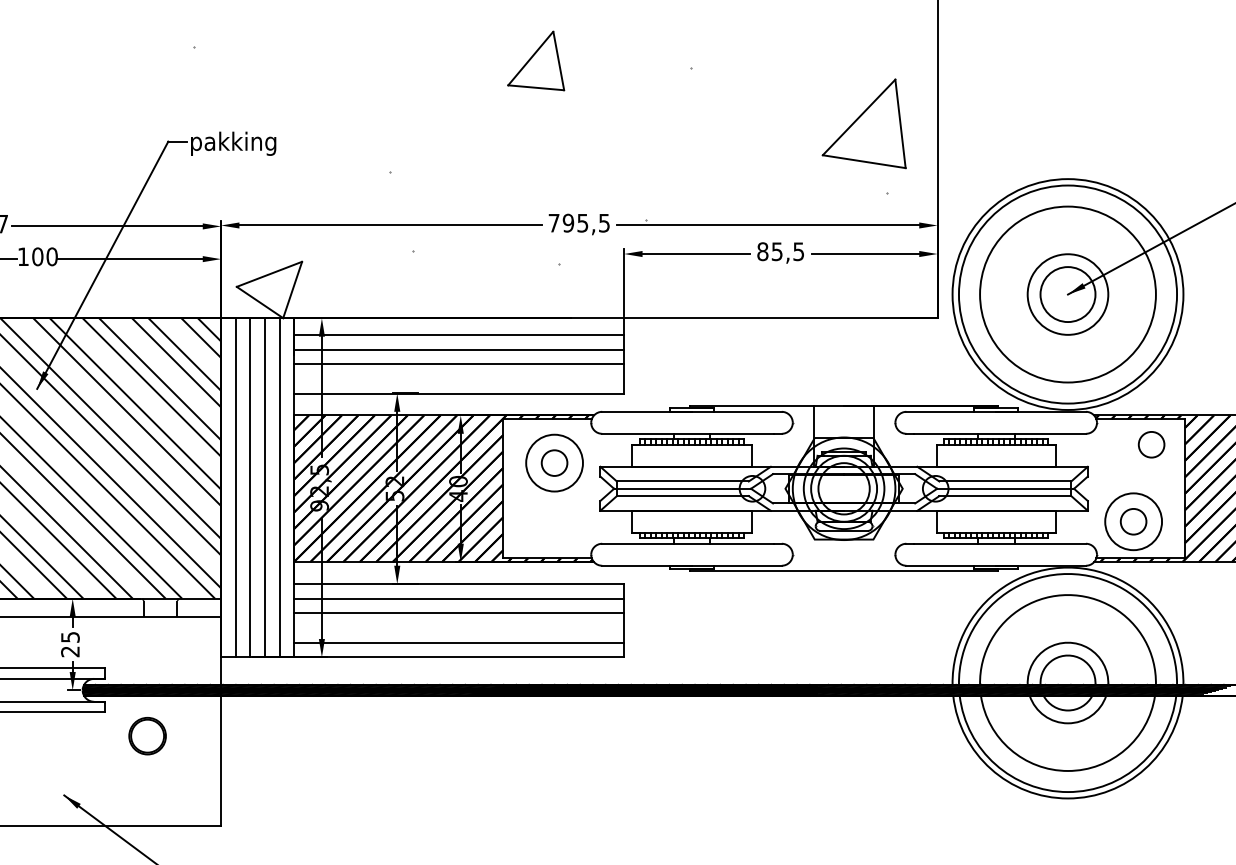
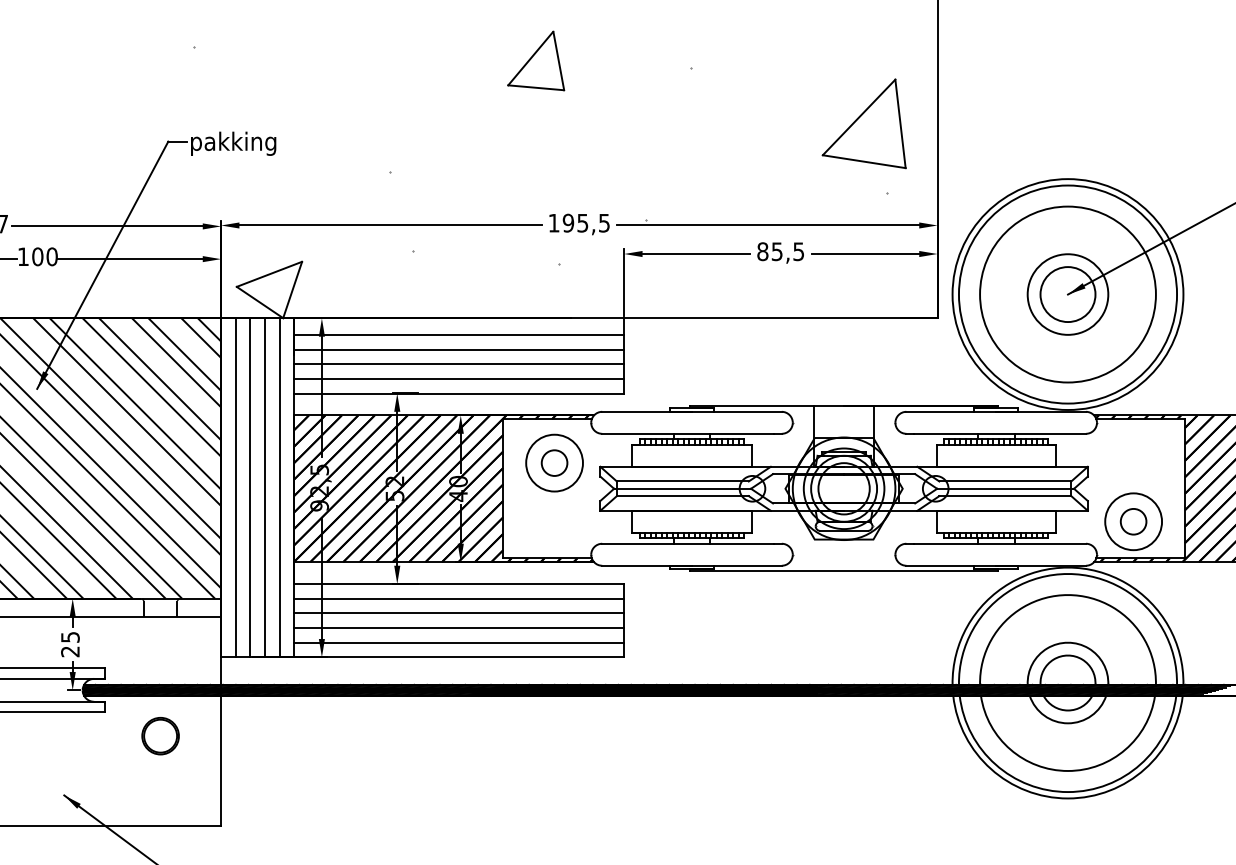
text at (553, 223): 795,5 -> 195,5
line at (459, 378): none -> present
circle at (1151, 444): present -> none
line at (459, 628): none -> present
part at (147, 736) position: (147, 736) -> (160, 736)
